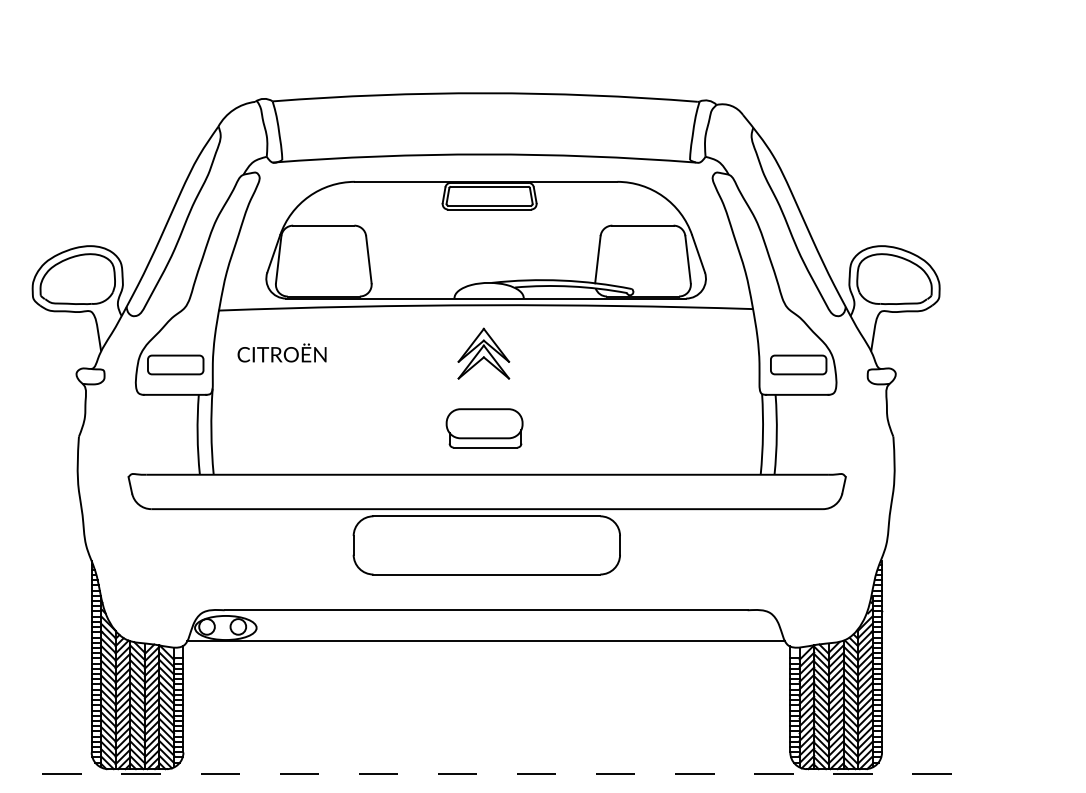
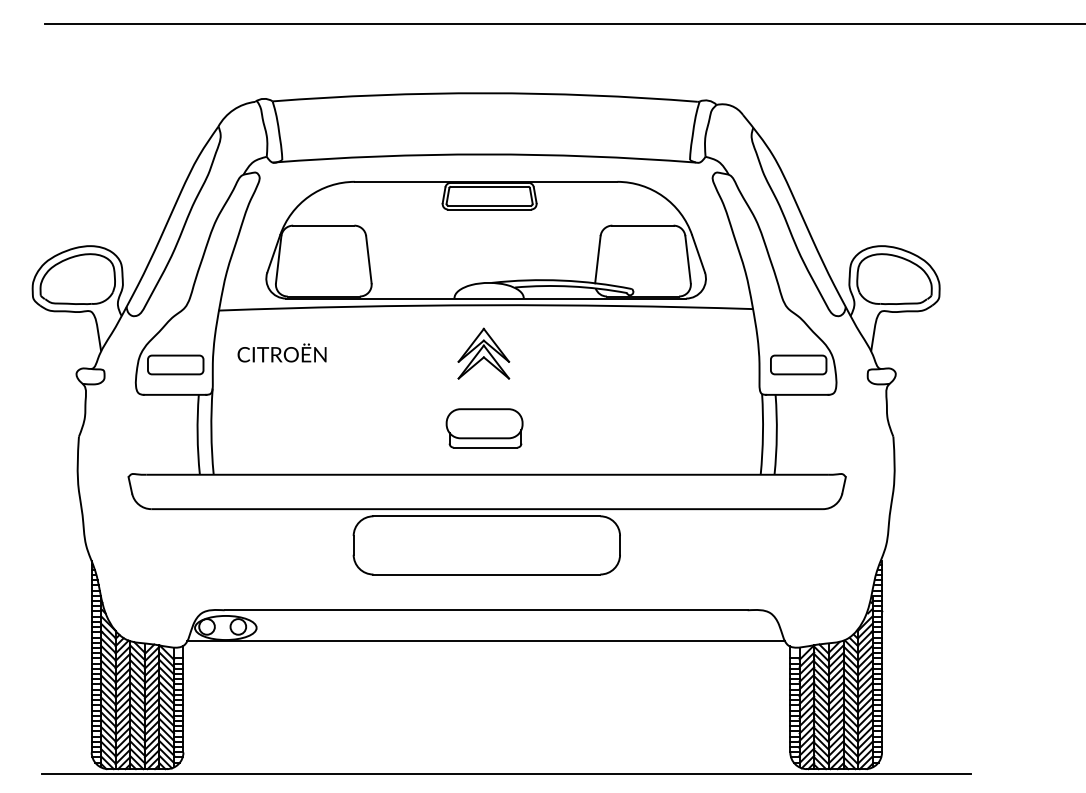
line at (563, 23): none -> present
line at (507, 773): dashed -> solid
